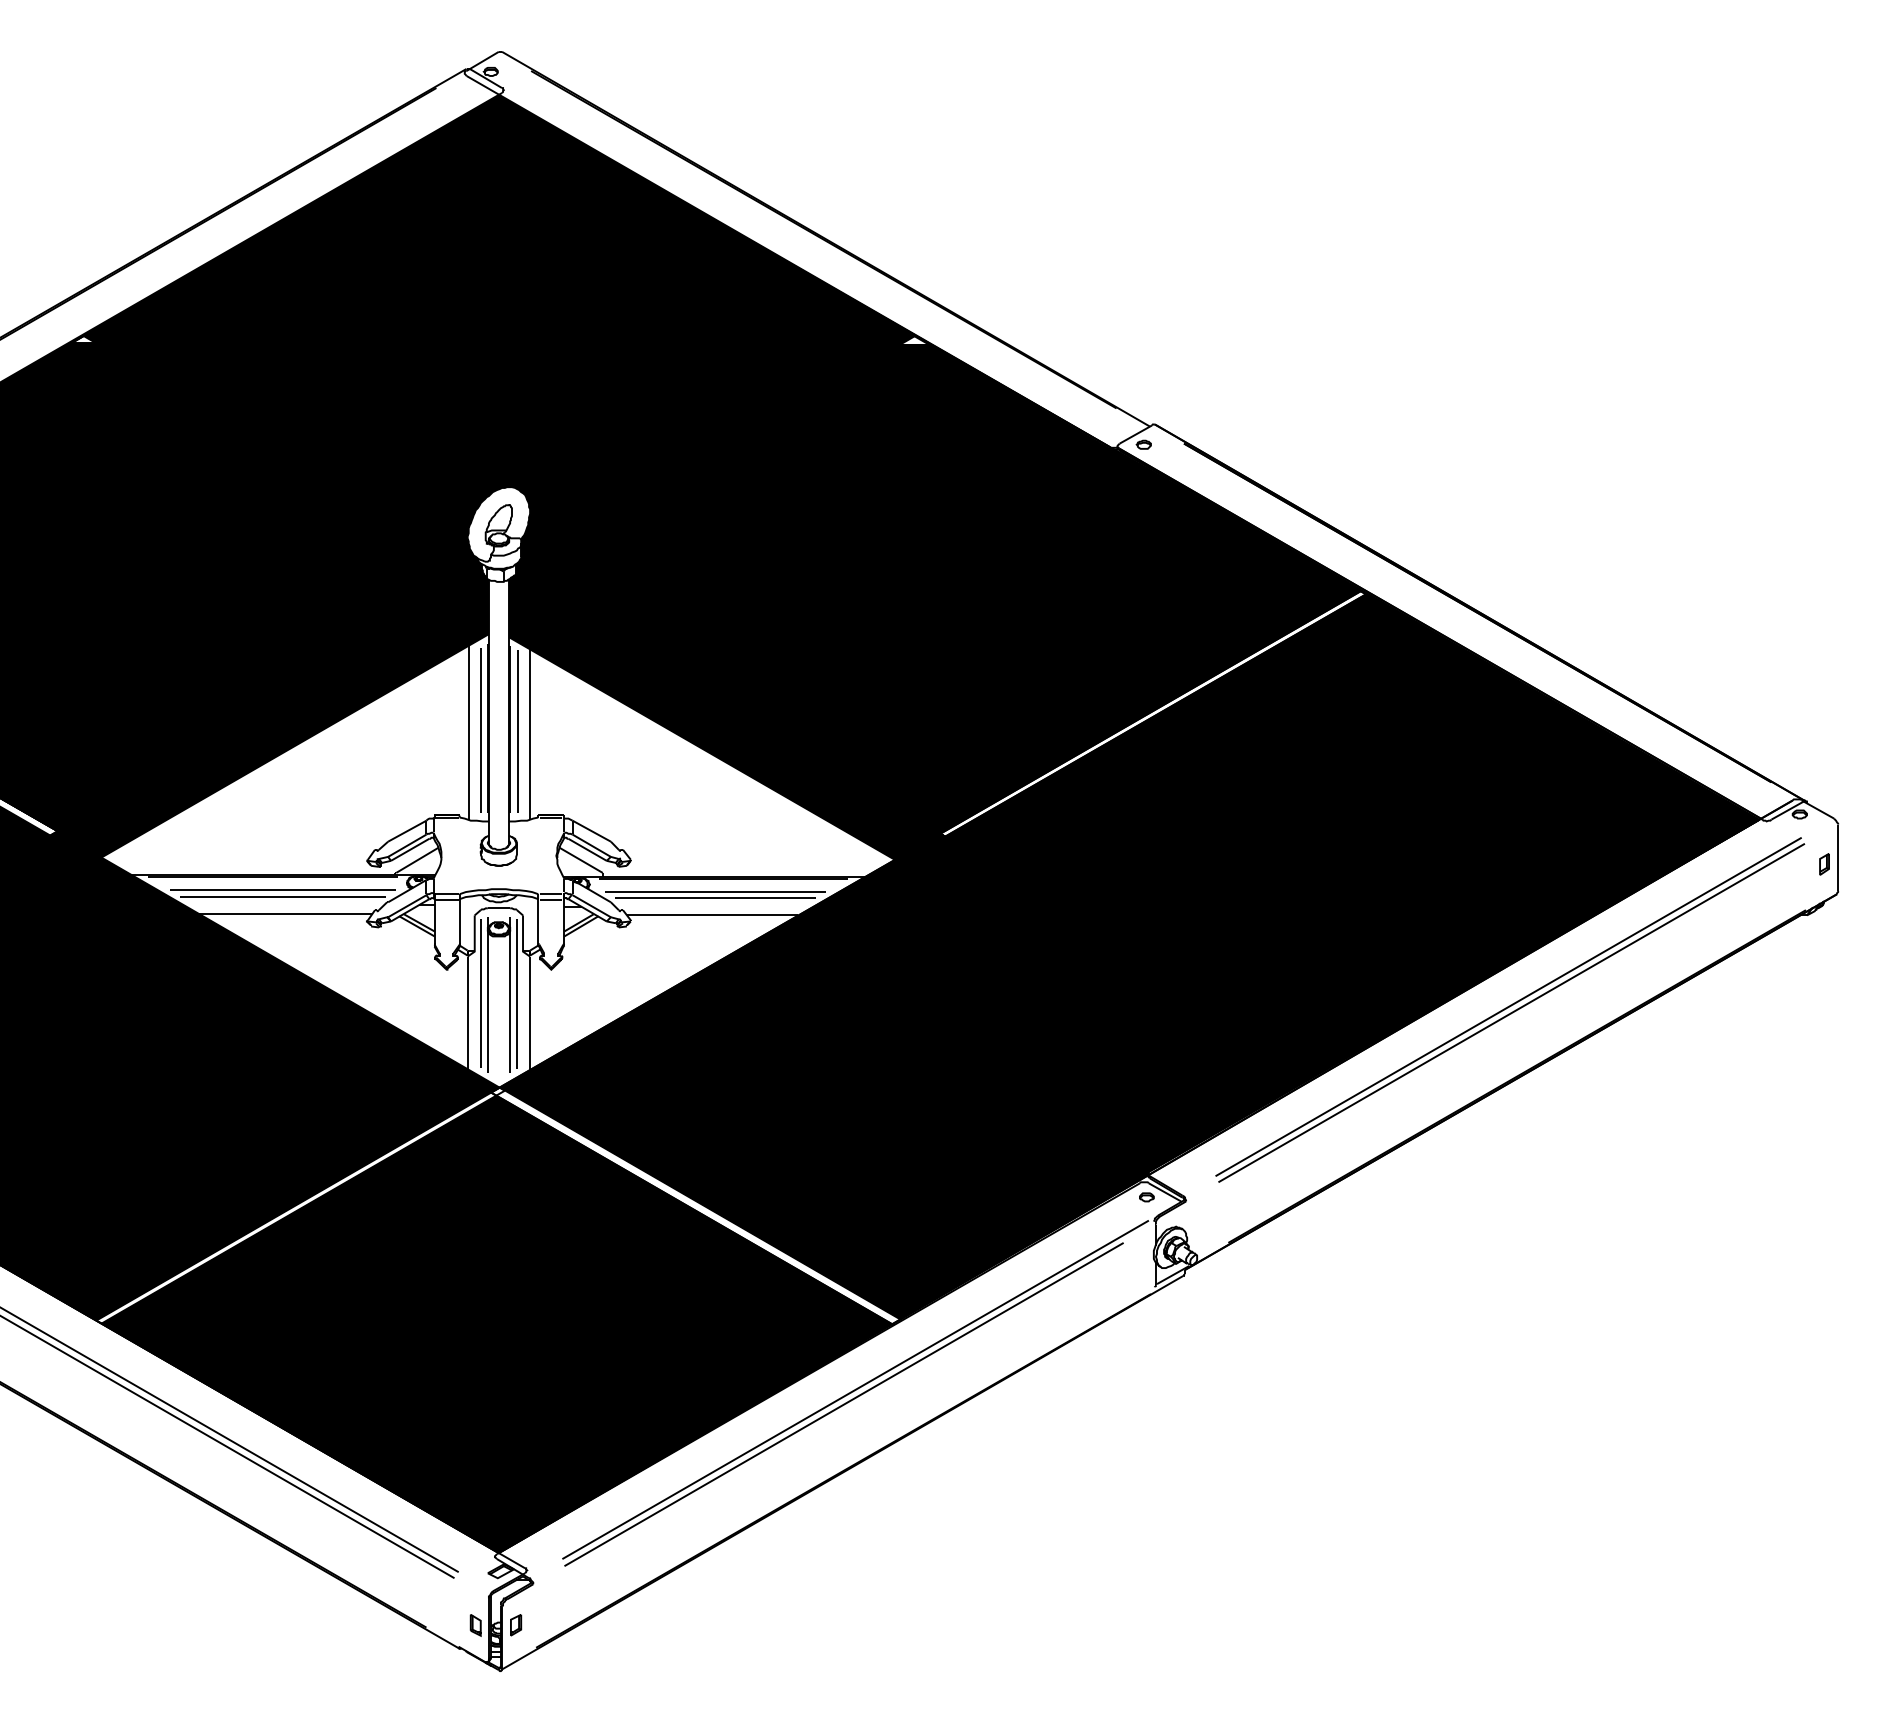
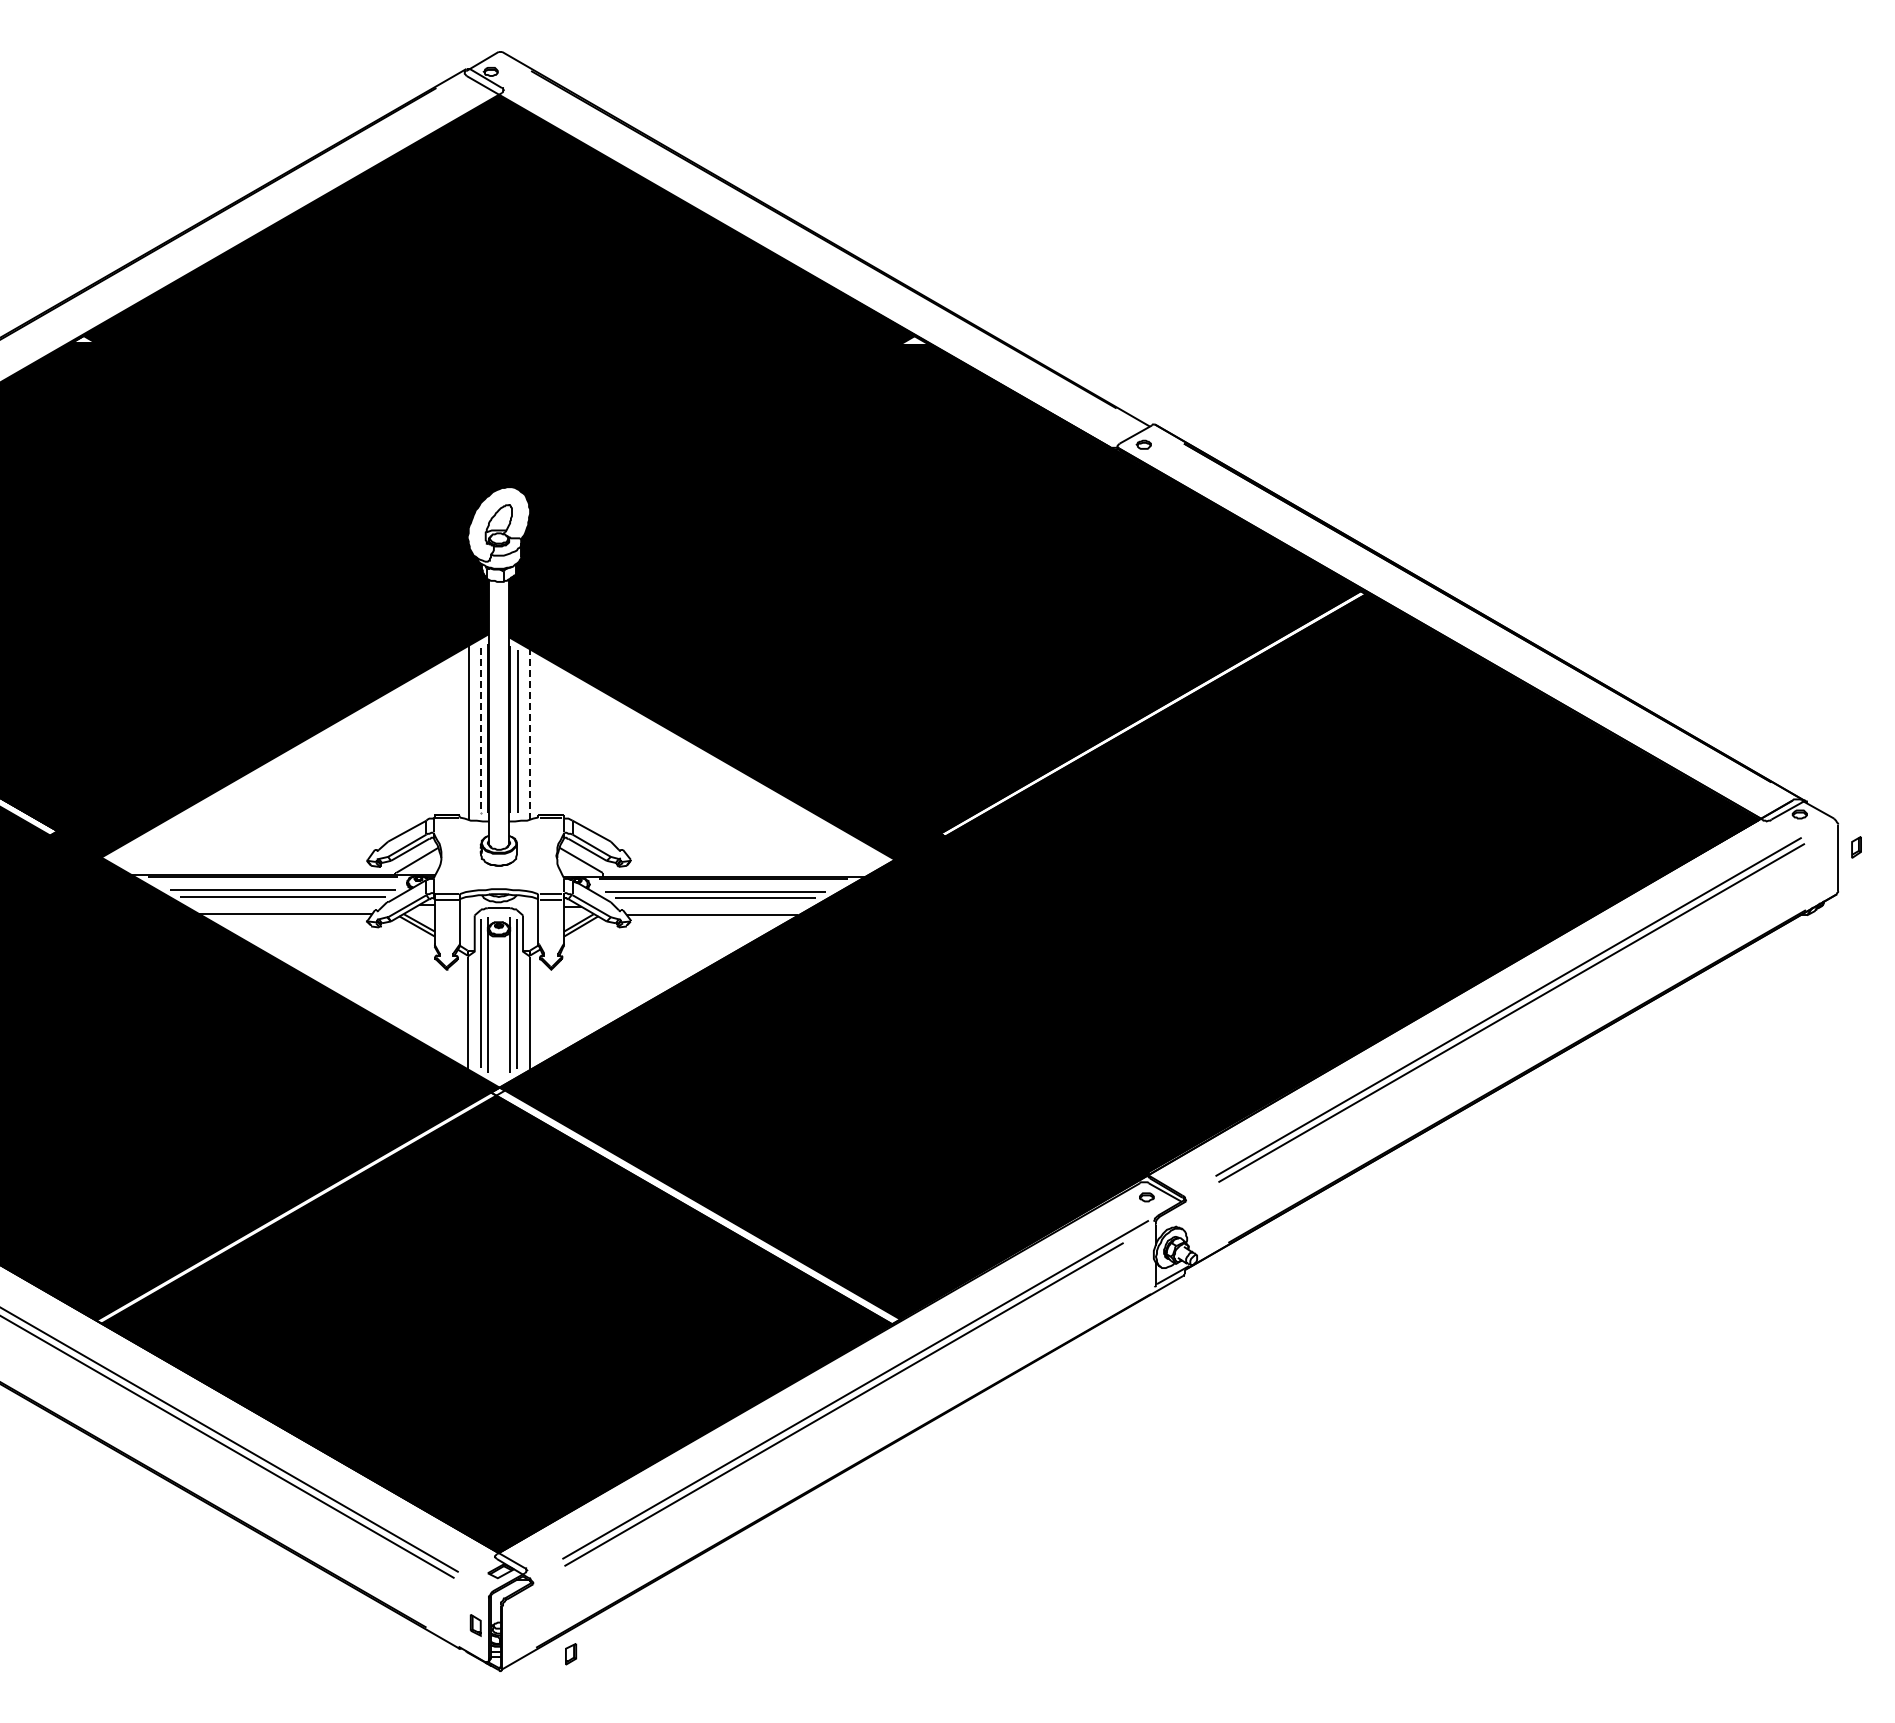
line at (480, 730): solid -> dashed
line at (530, 732): solid -> dashed
part at (1824, 864) position: (1824, 864) -> (1856, 847)
part at (516, 1625) position: (516, 1625) -> (571, 1654)
